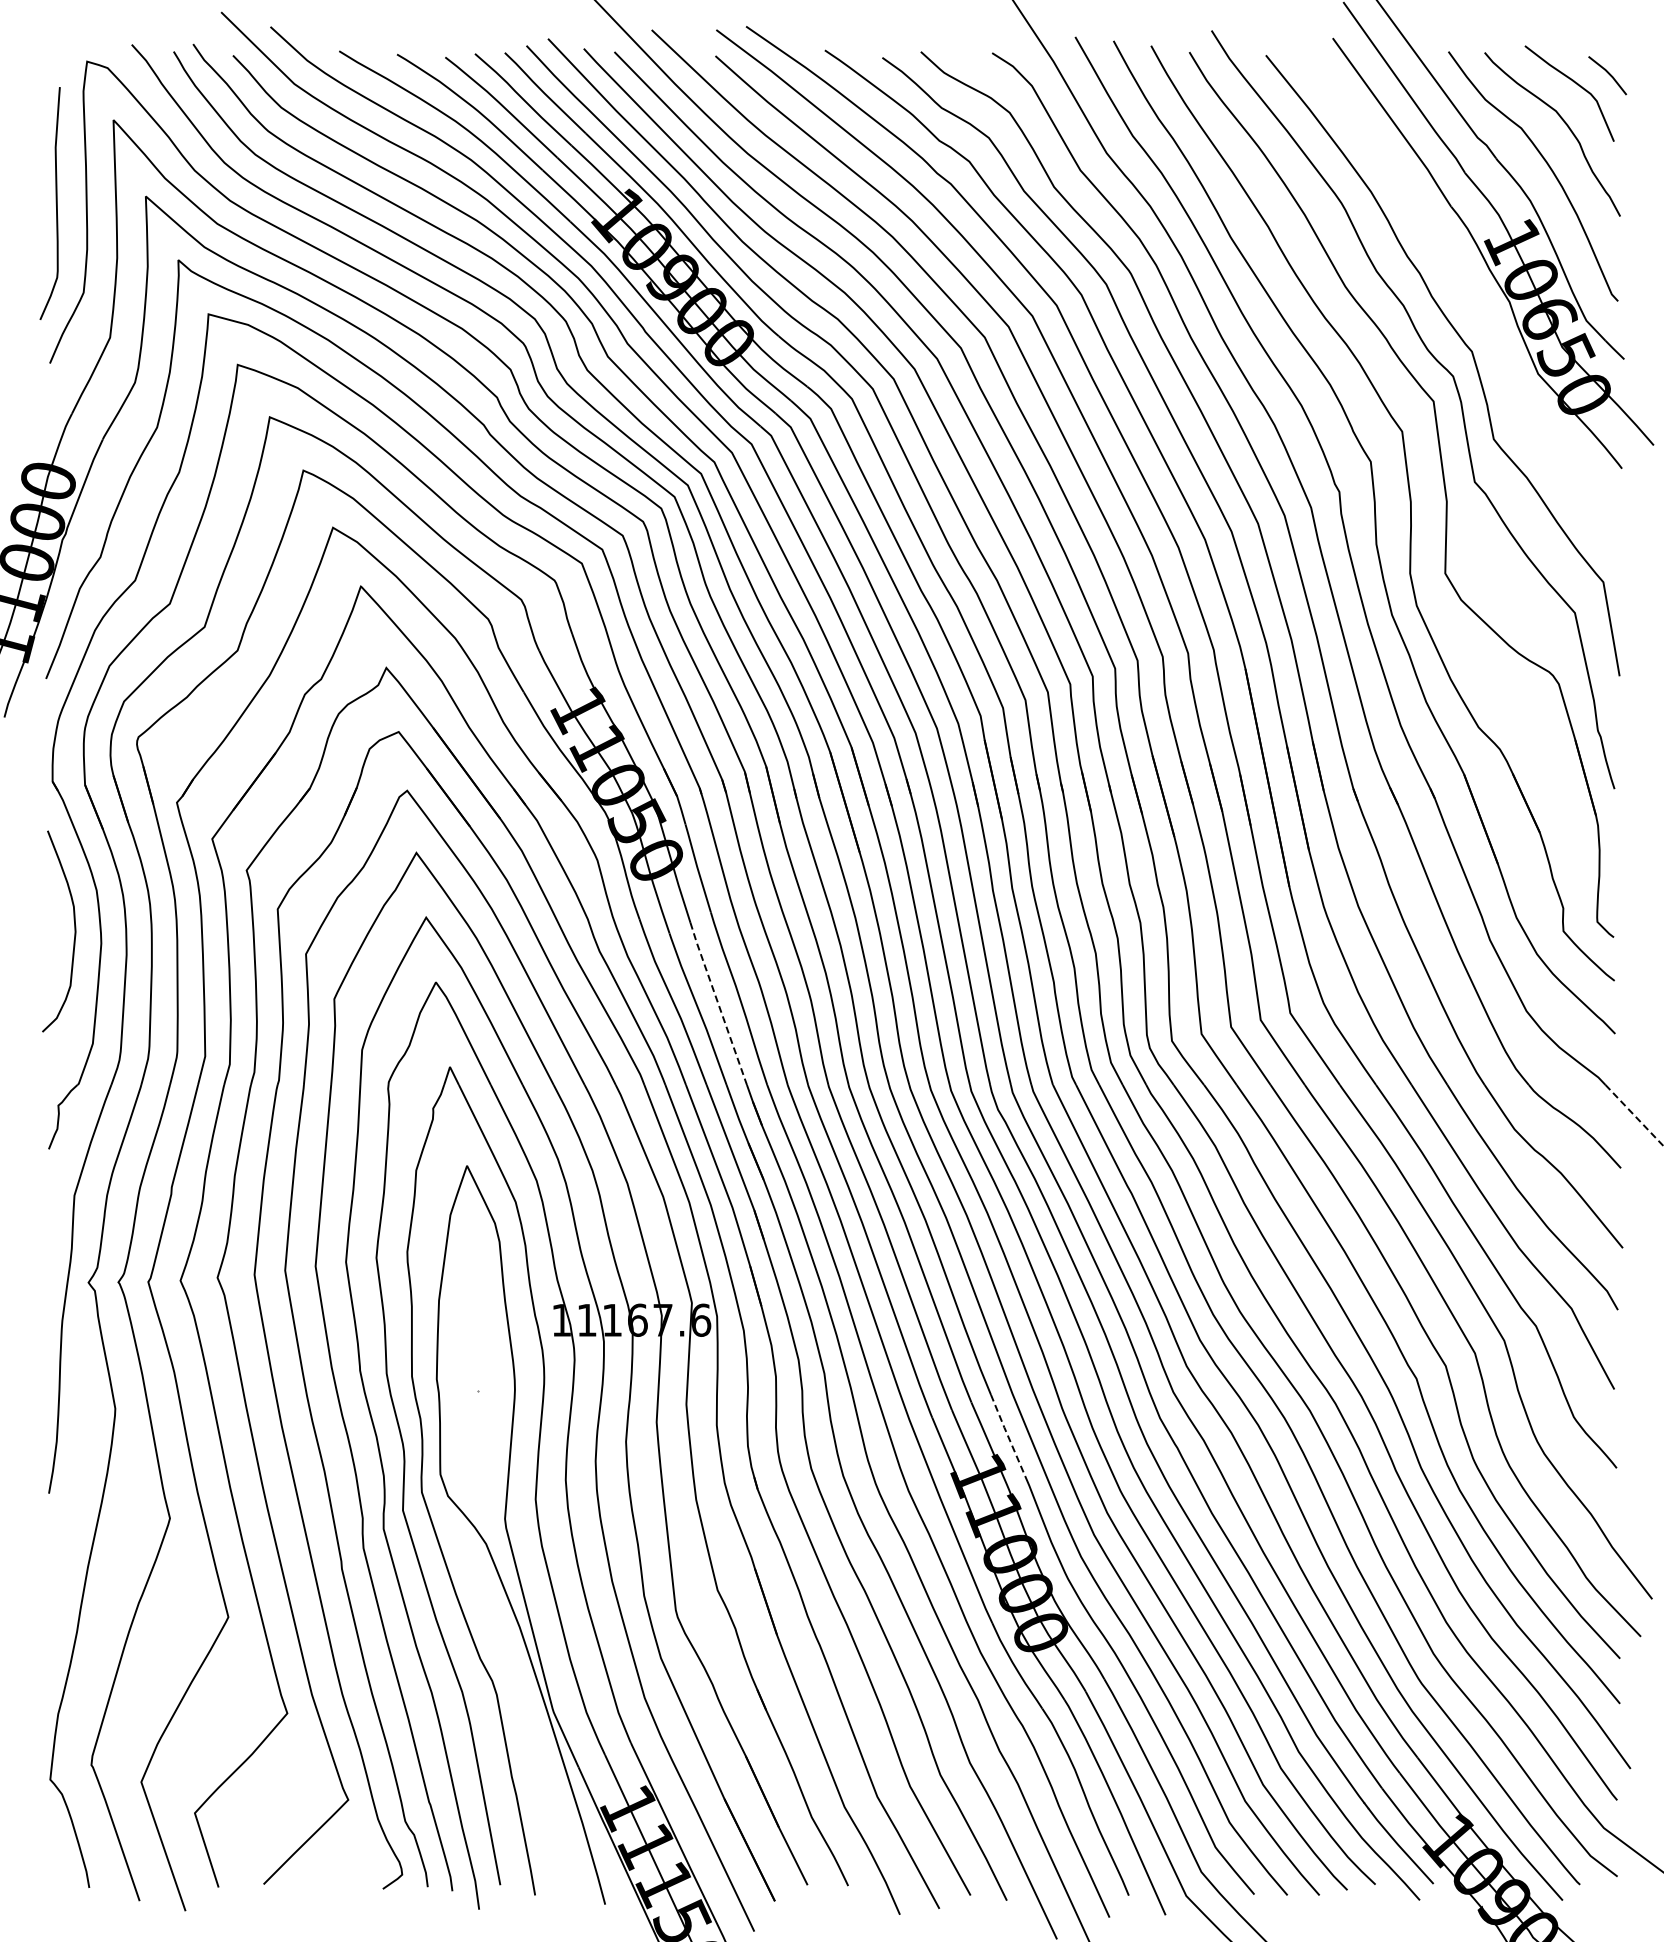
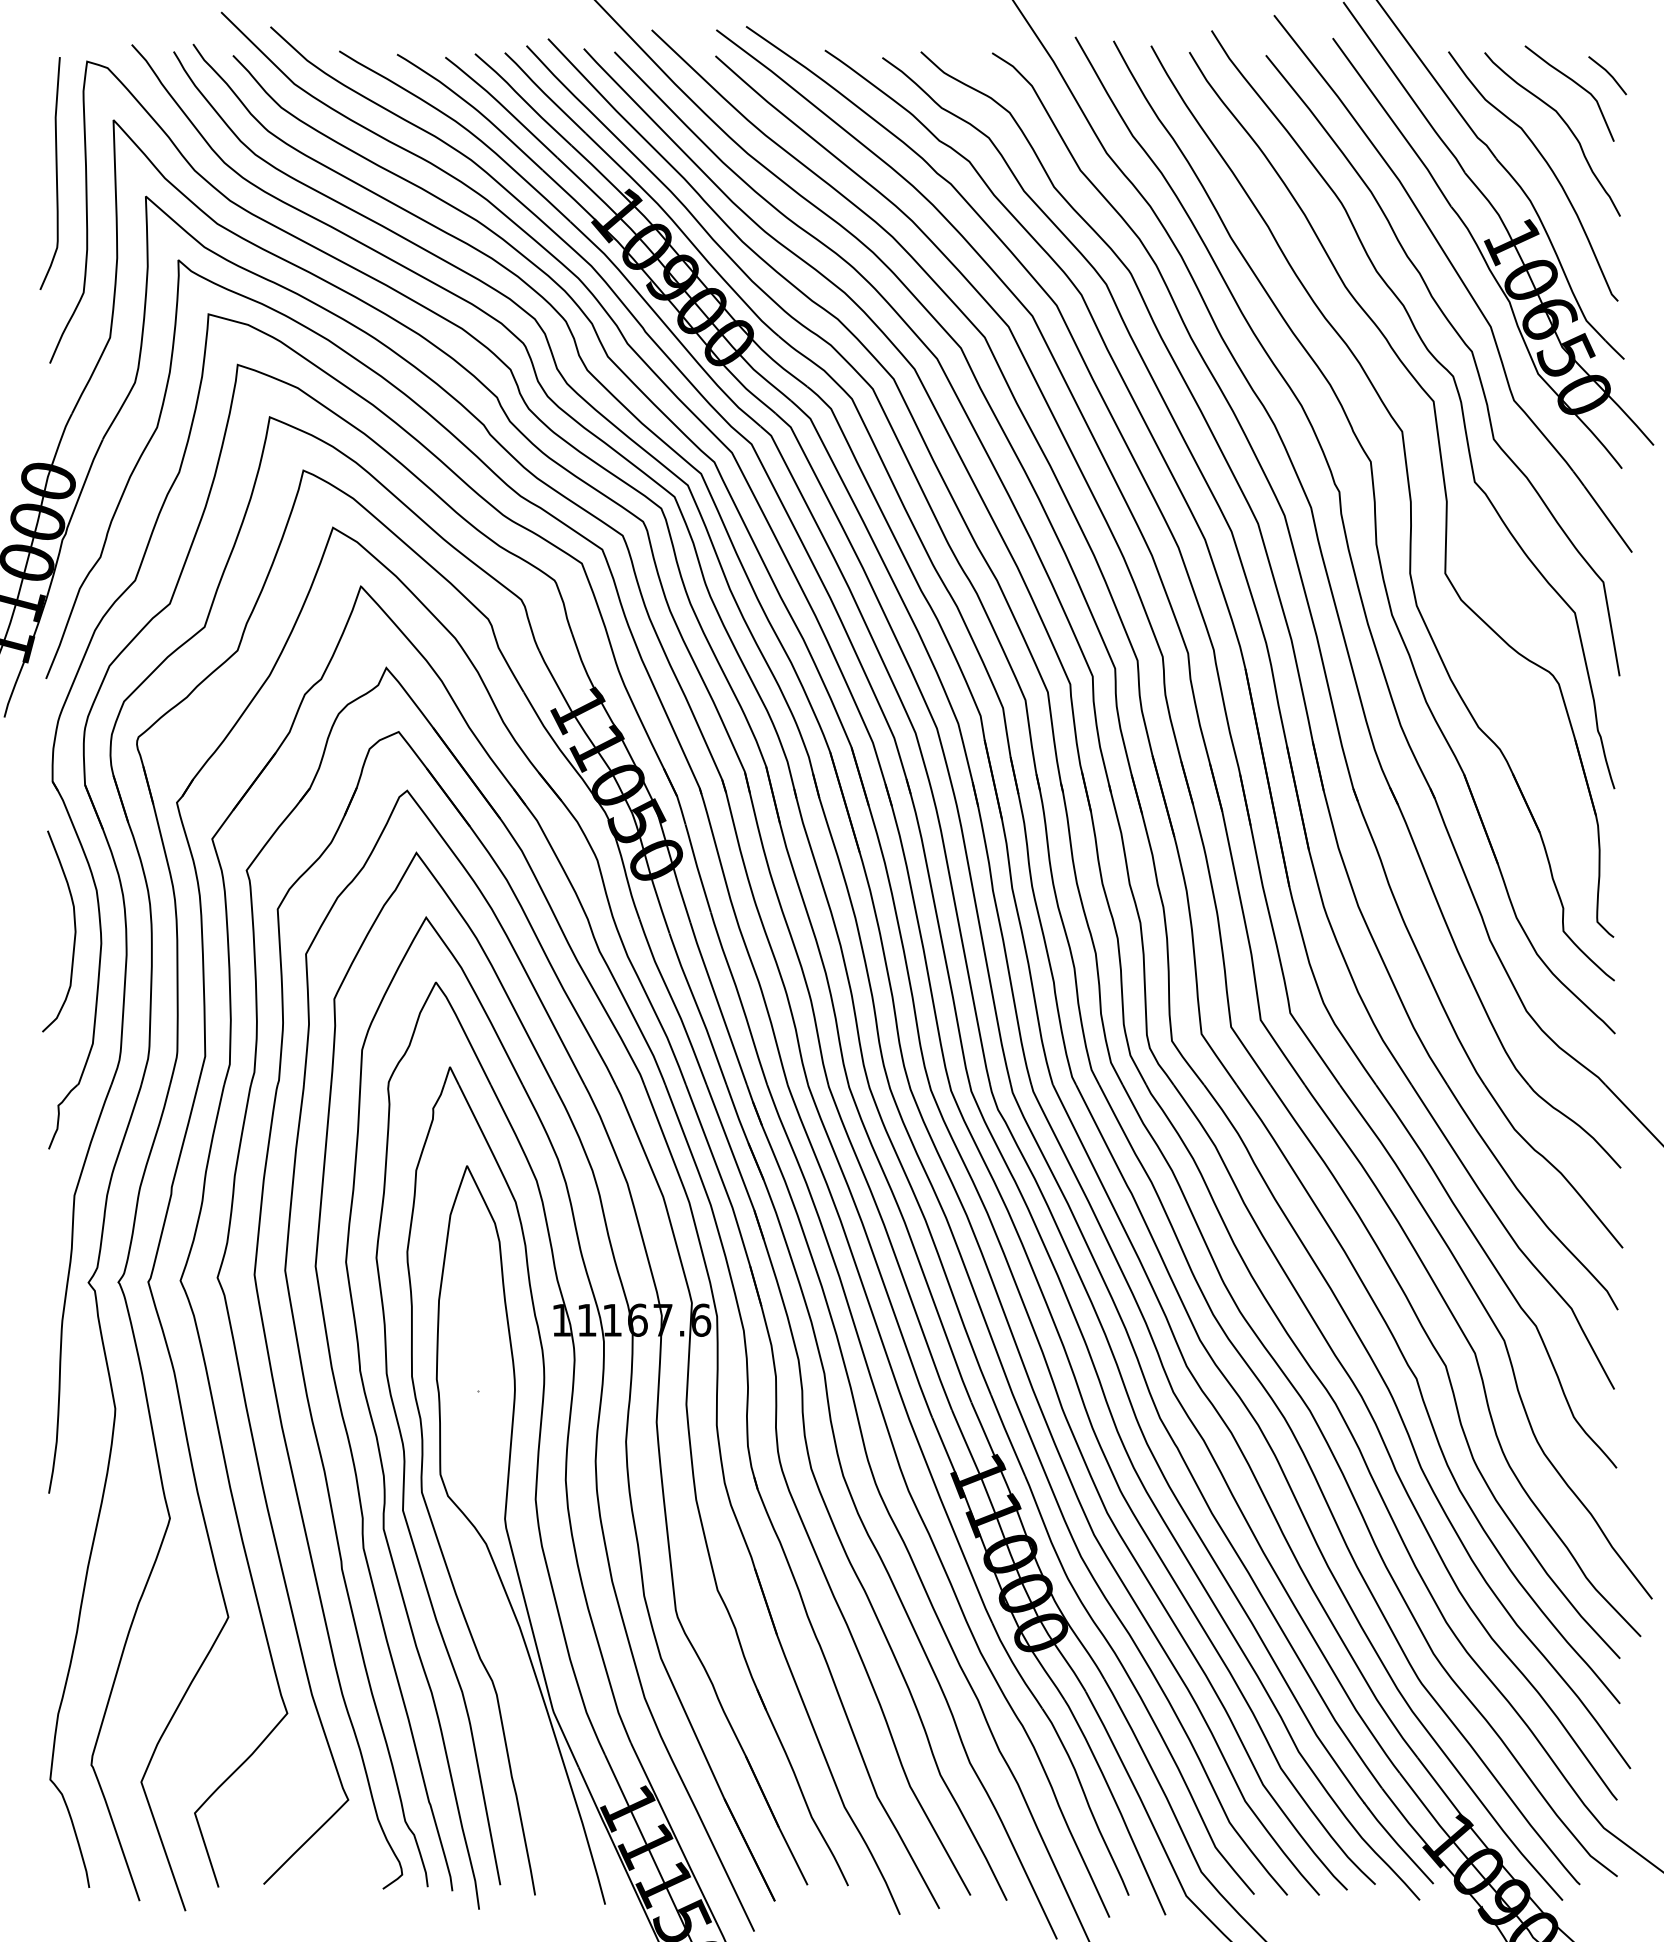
curve at (55, 203) position: (55, 203) -> (55, 173)
part at (1458, 277): none -> present
line at (718, 1003): dashed -> solid
line at (1634, 1115): dashed -> solid
line at (1007, 1435): dashed -> solid
